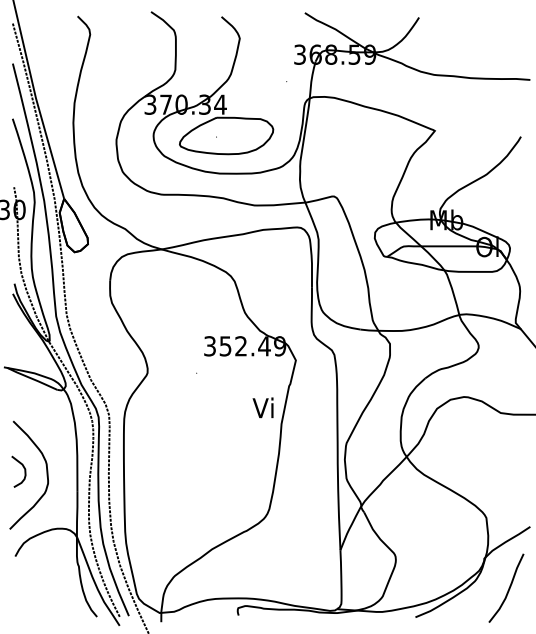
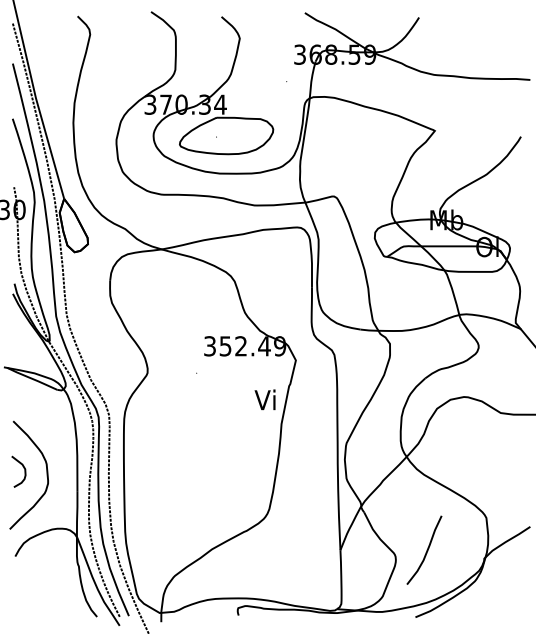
text at (262, 407) position: (262, 407) -> (264, 399)
curve at (508, 588) position: (508, 588) -> (426, 550)
